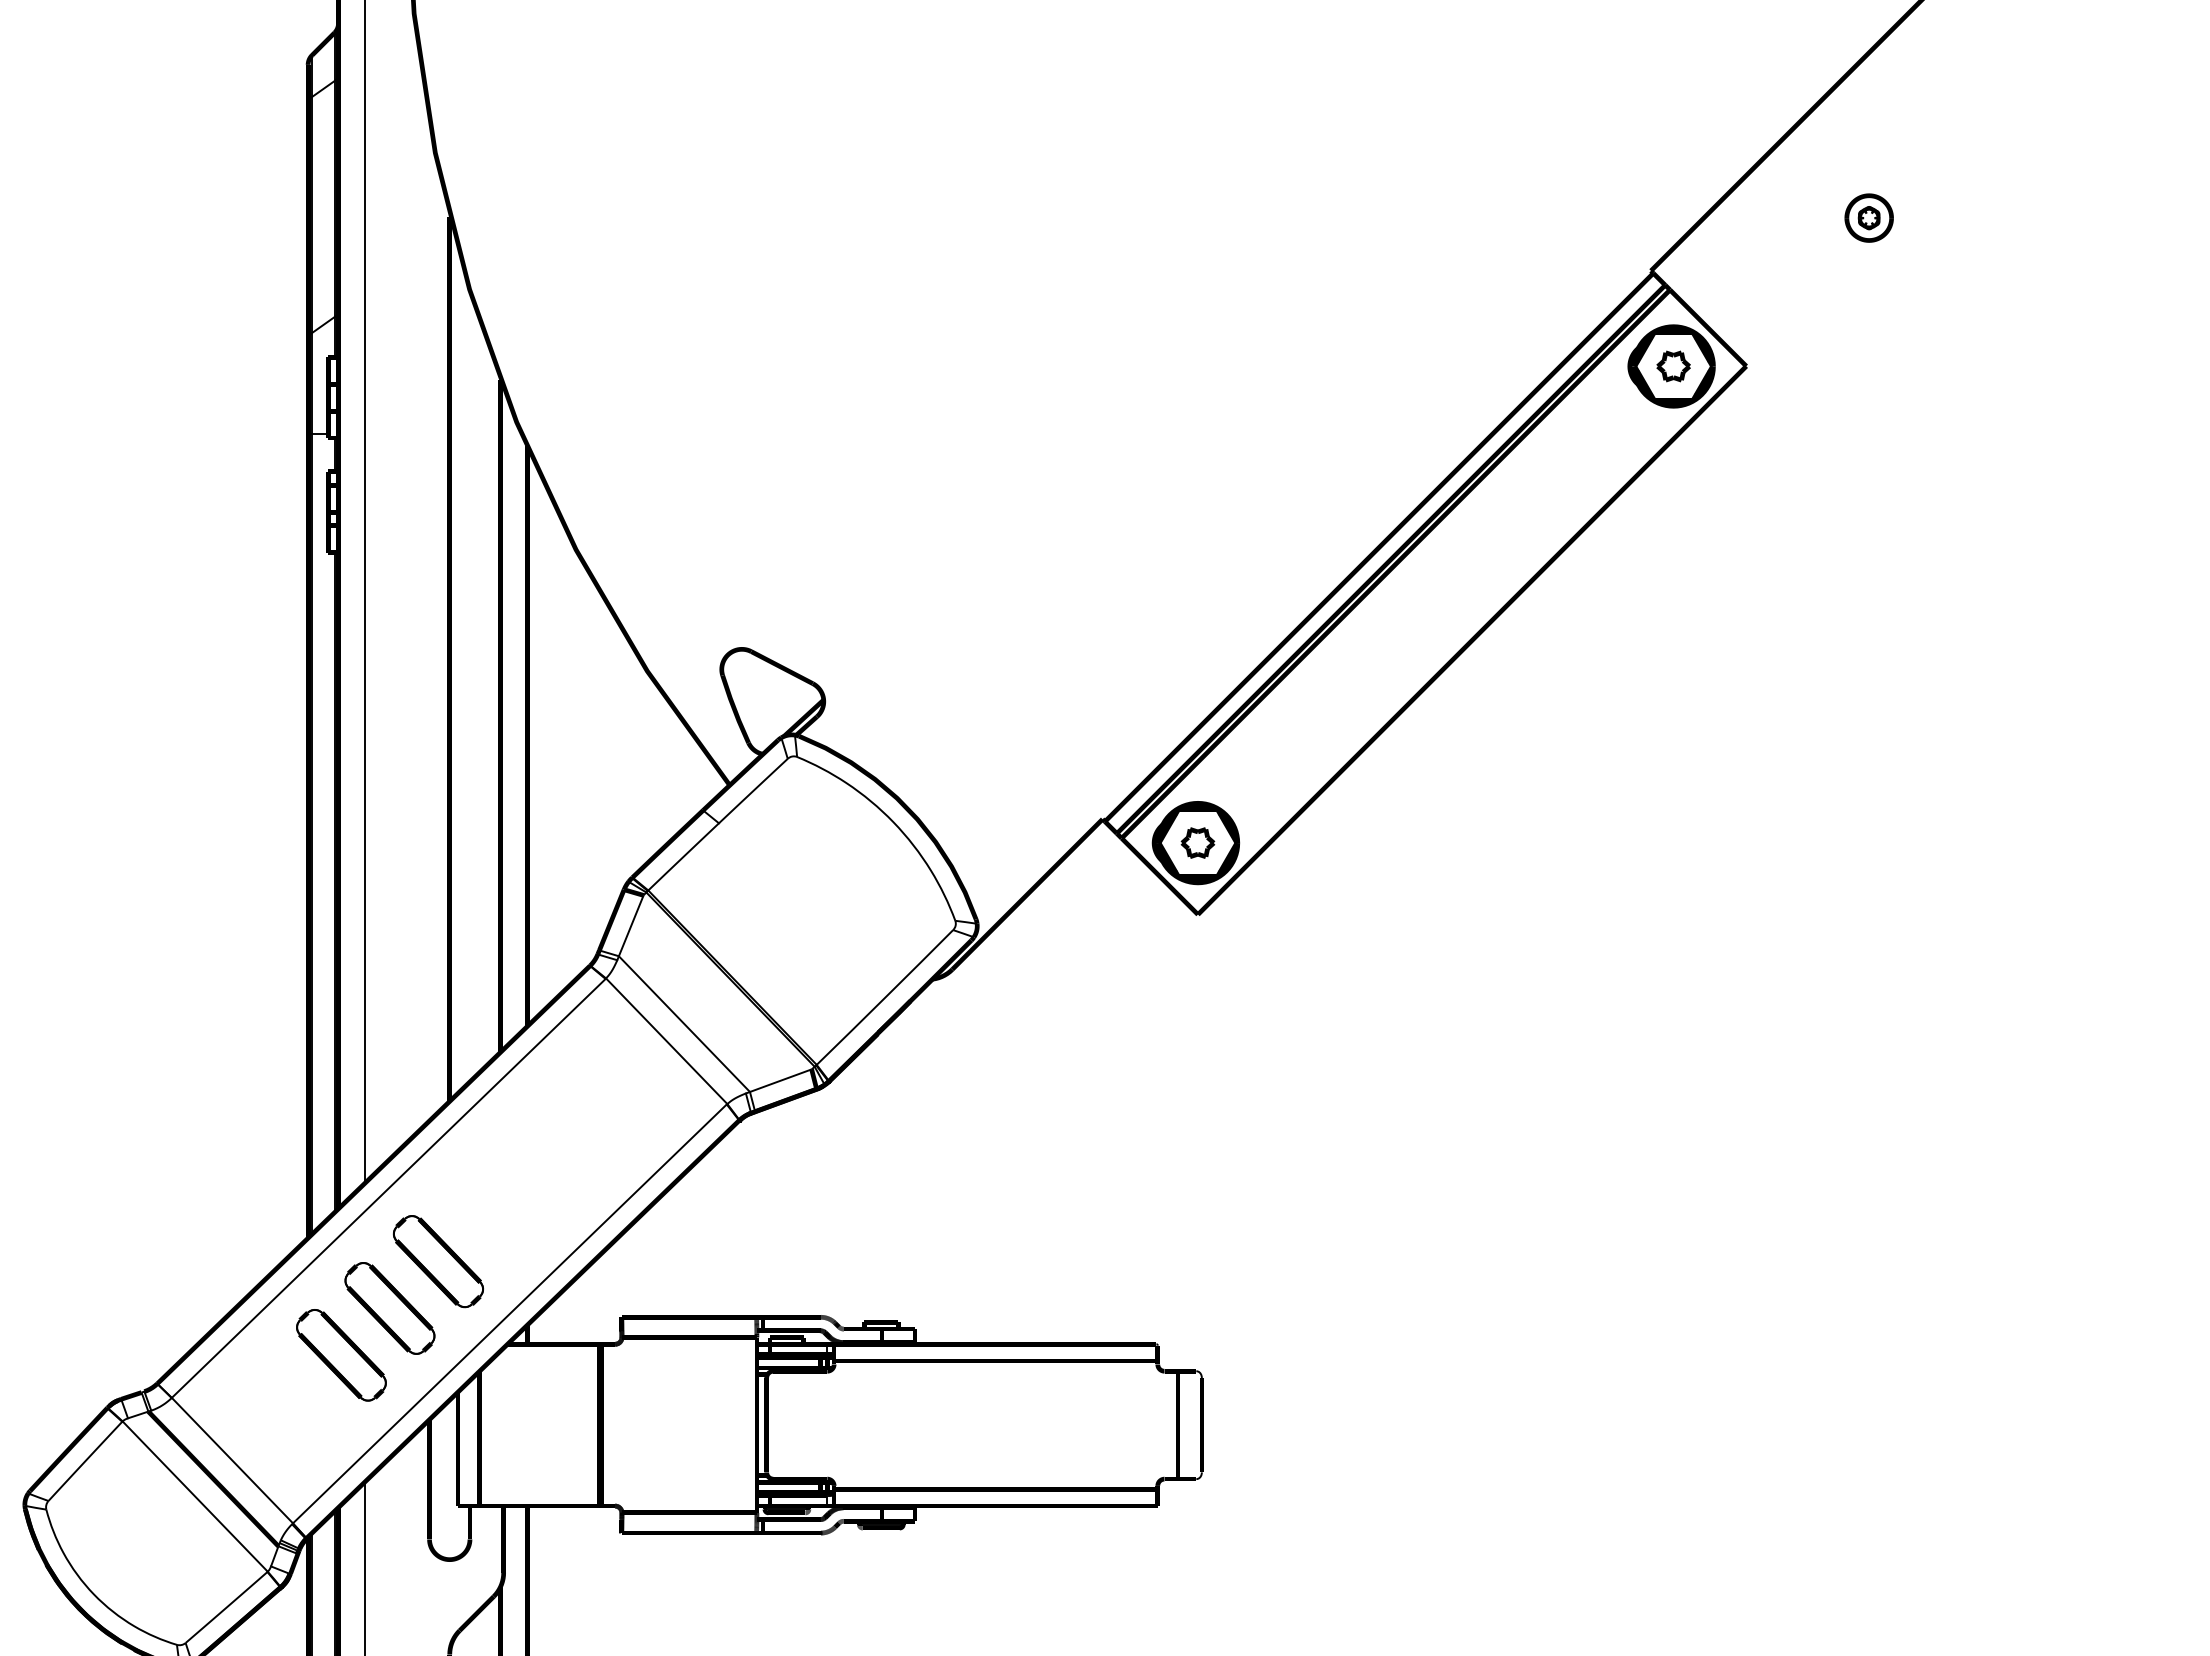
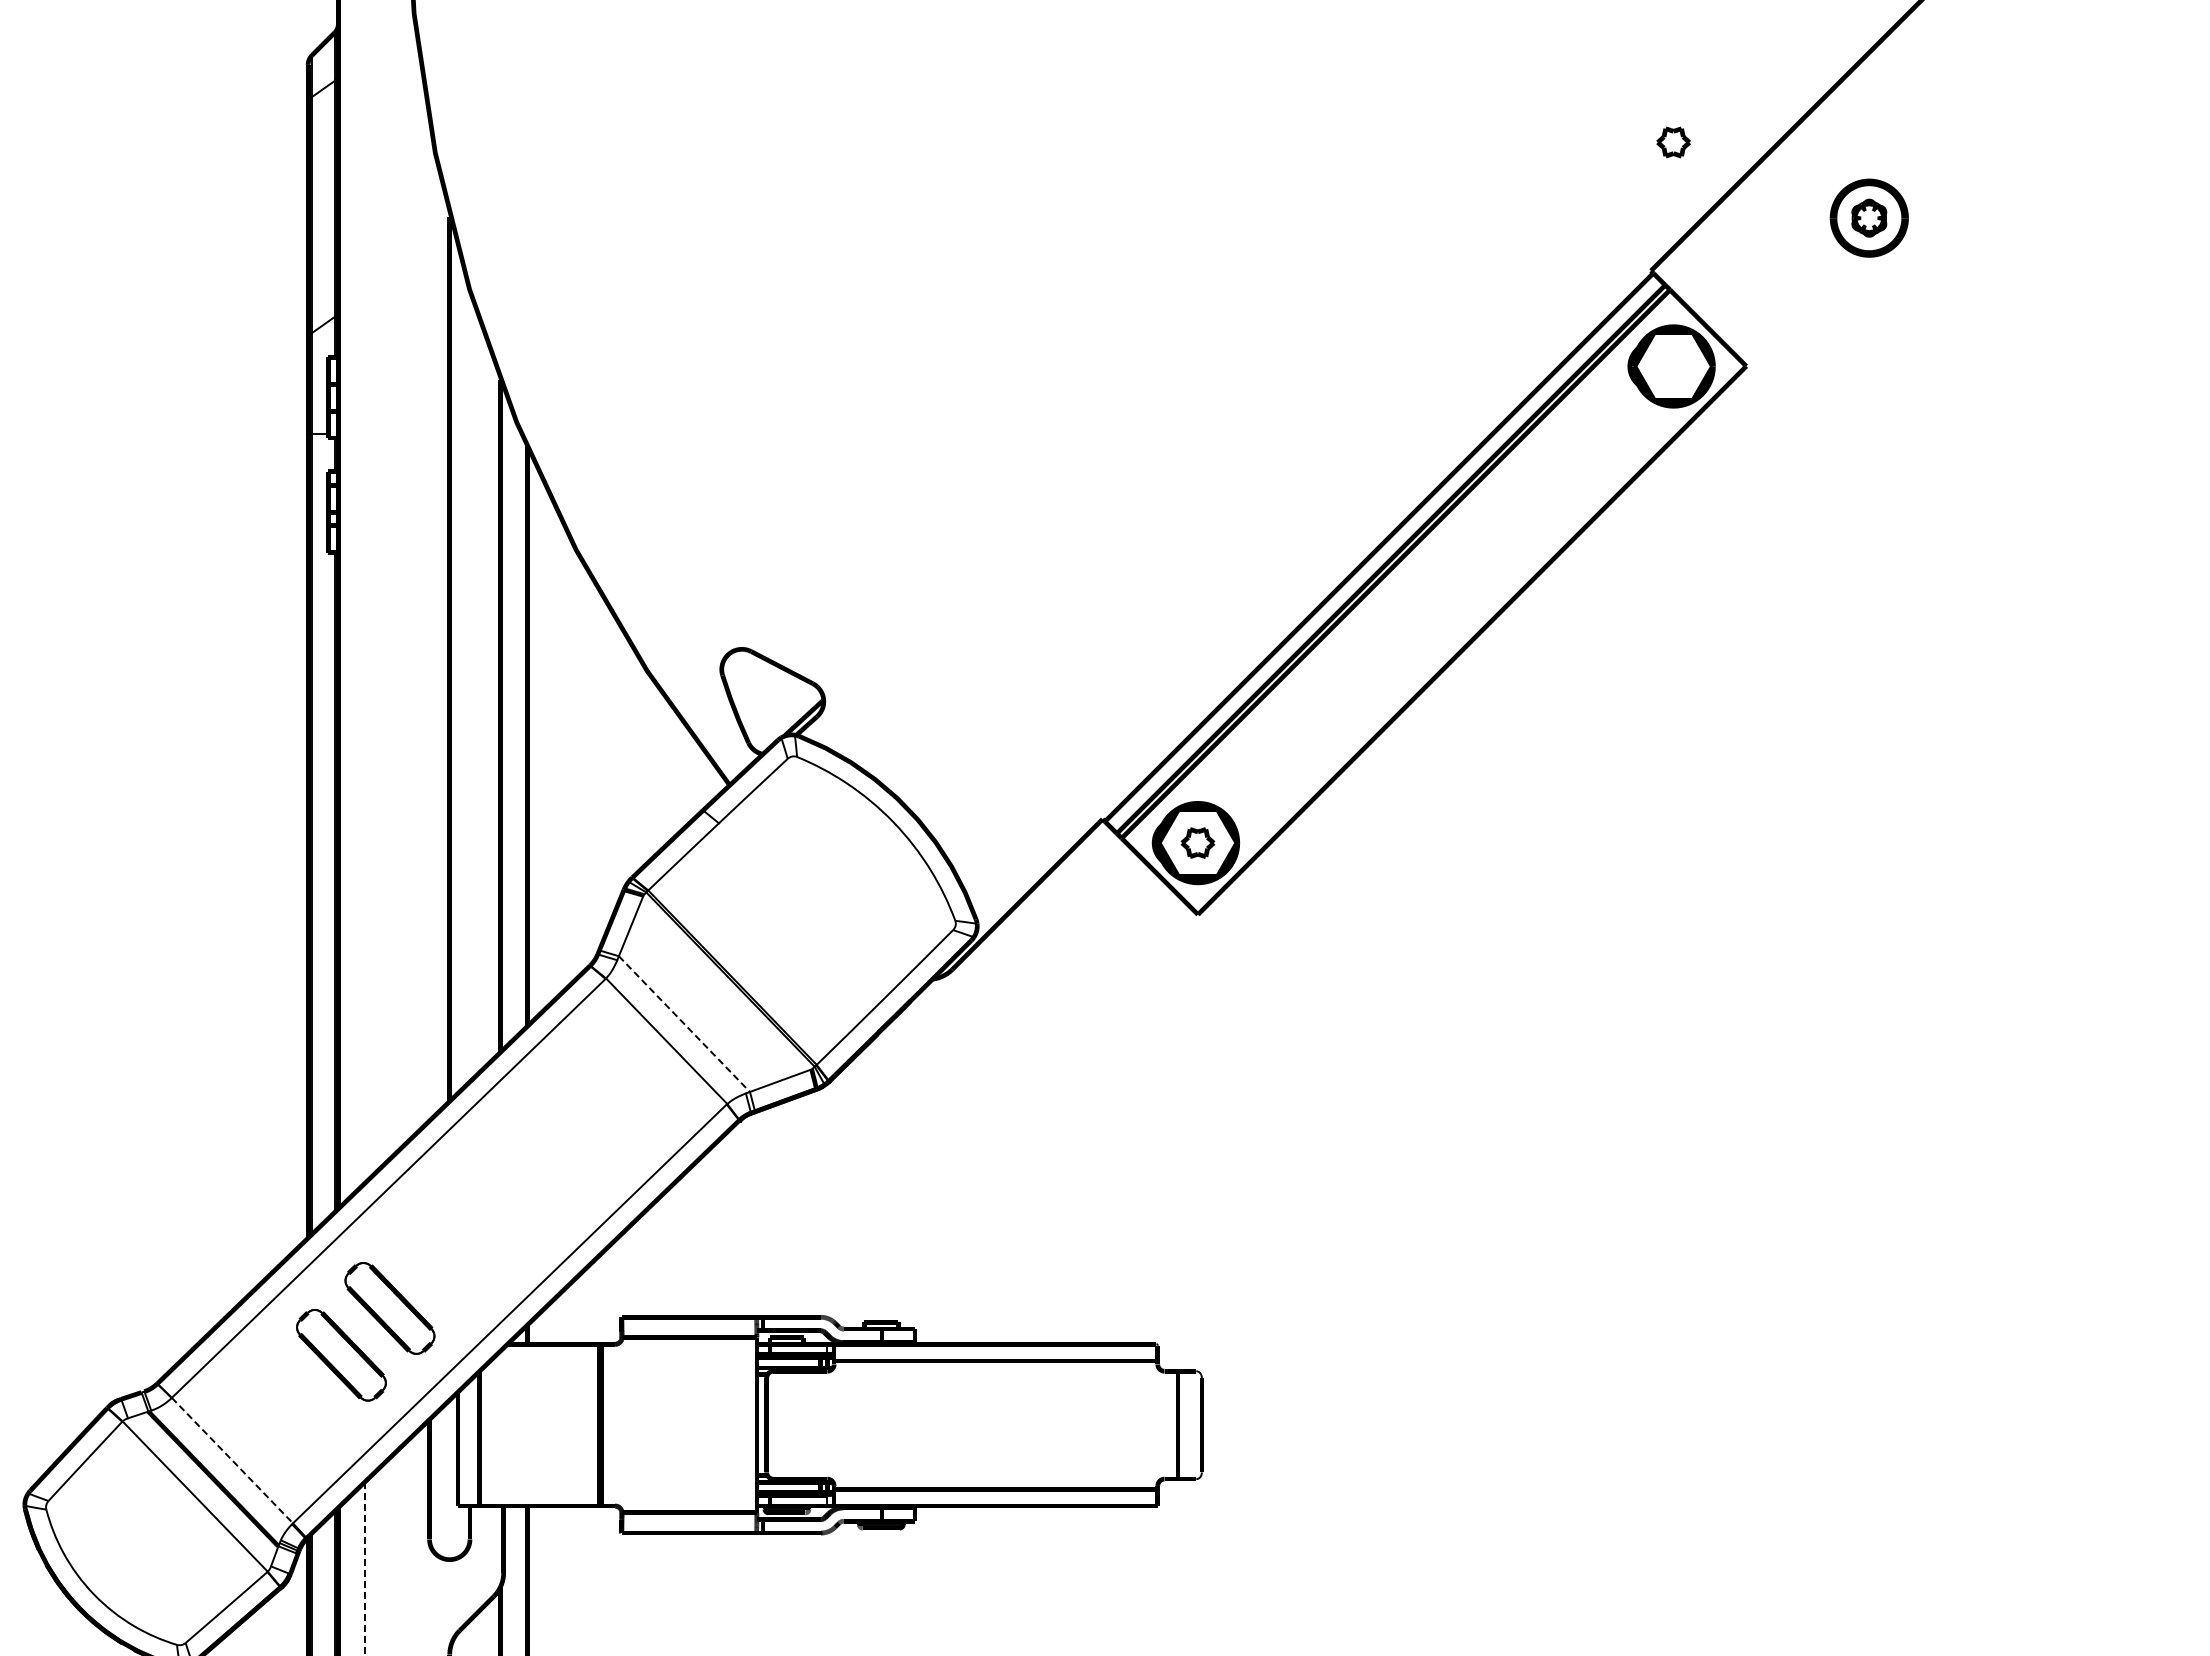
part at (1868, 217) size: 50x50 px -> 80x80 px
part at (1673, 366) position: (1673, 366) -> (1673, 142)
line at (365, 592): present -> none
line at (684, 1024): solid -> dashed
part at (438, 1261): present -> none
line at (232, 1460): solid -> dashed
line at (365, 1569): solid -> dashed
